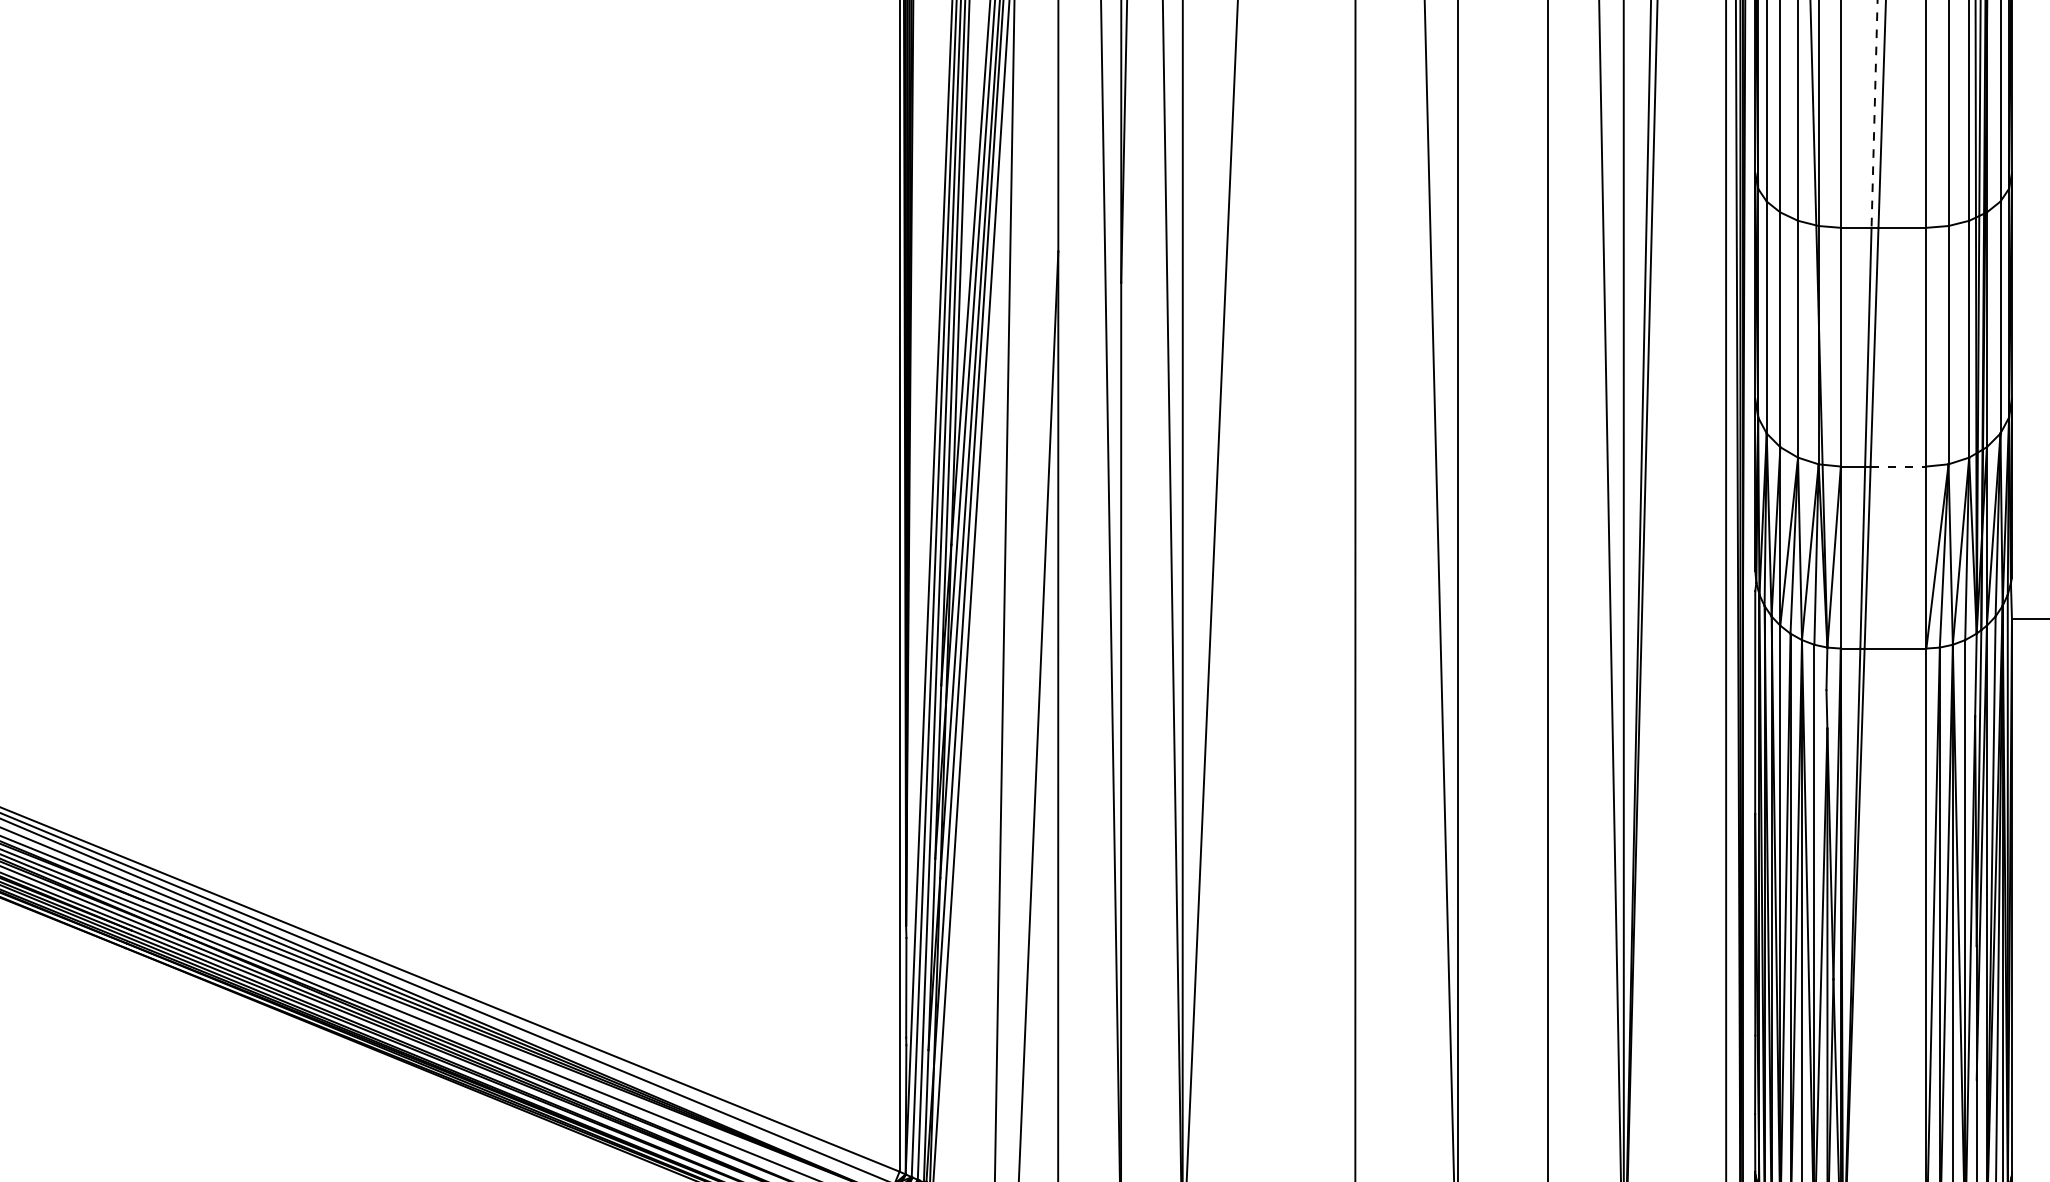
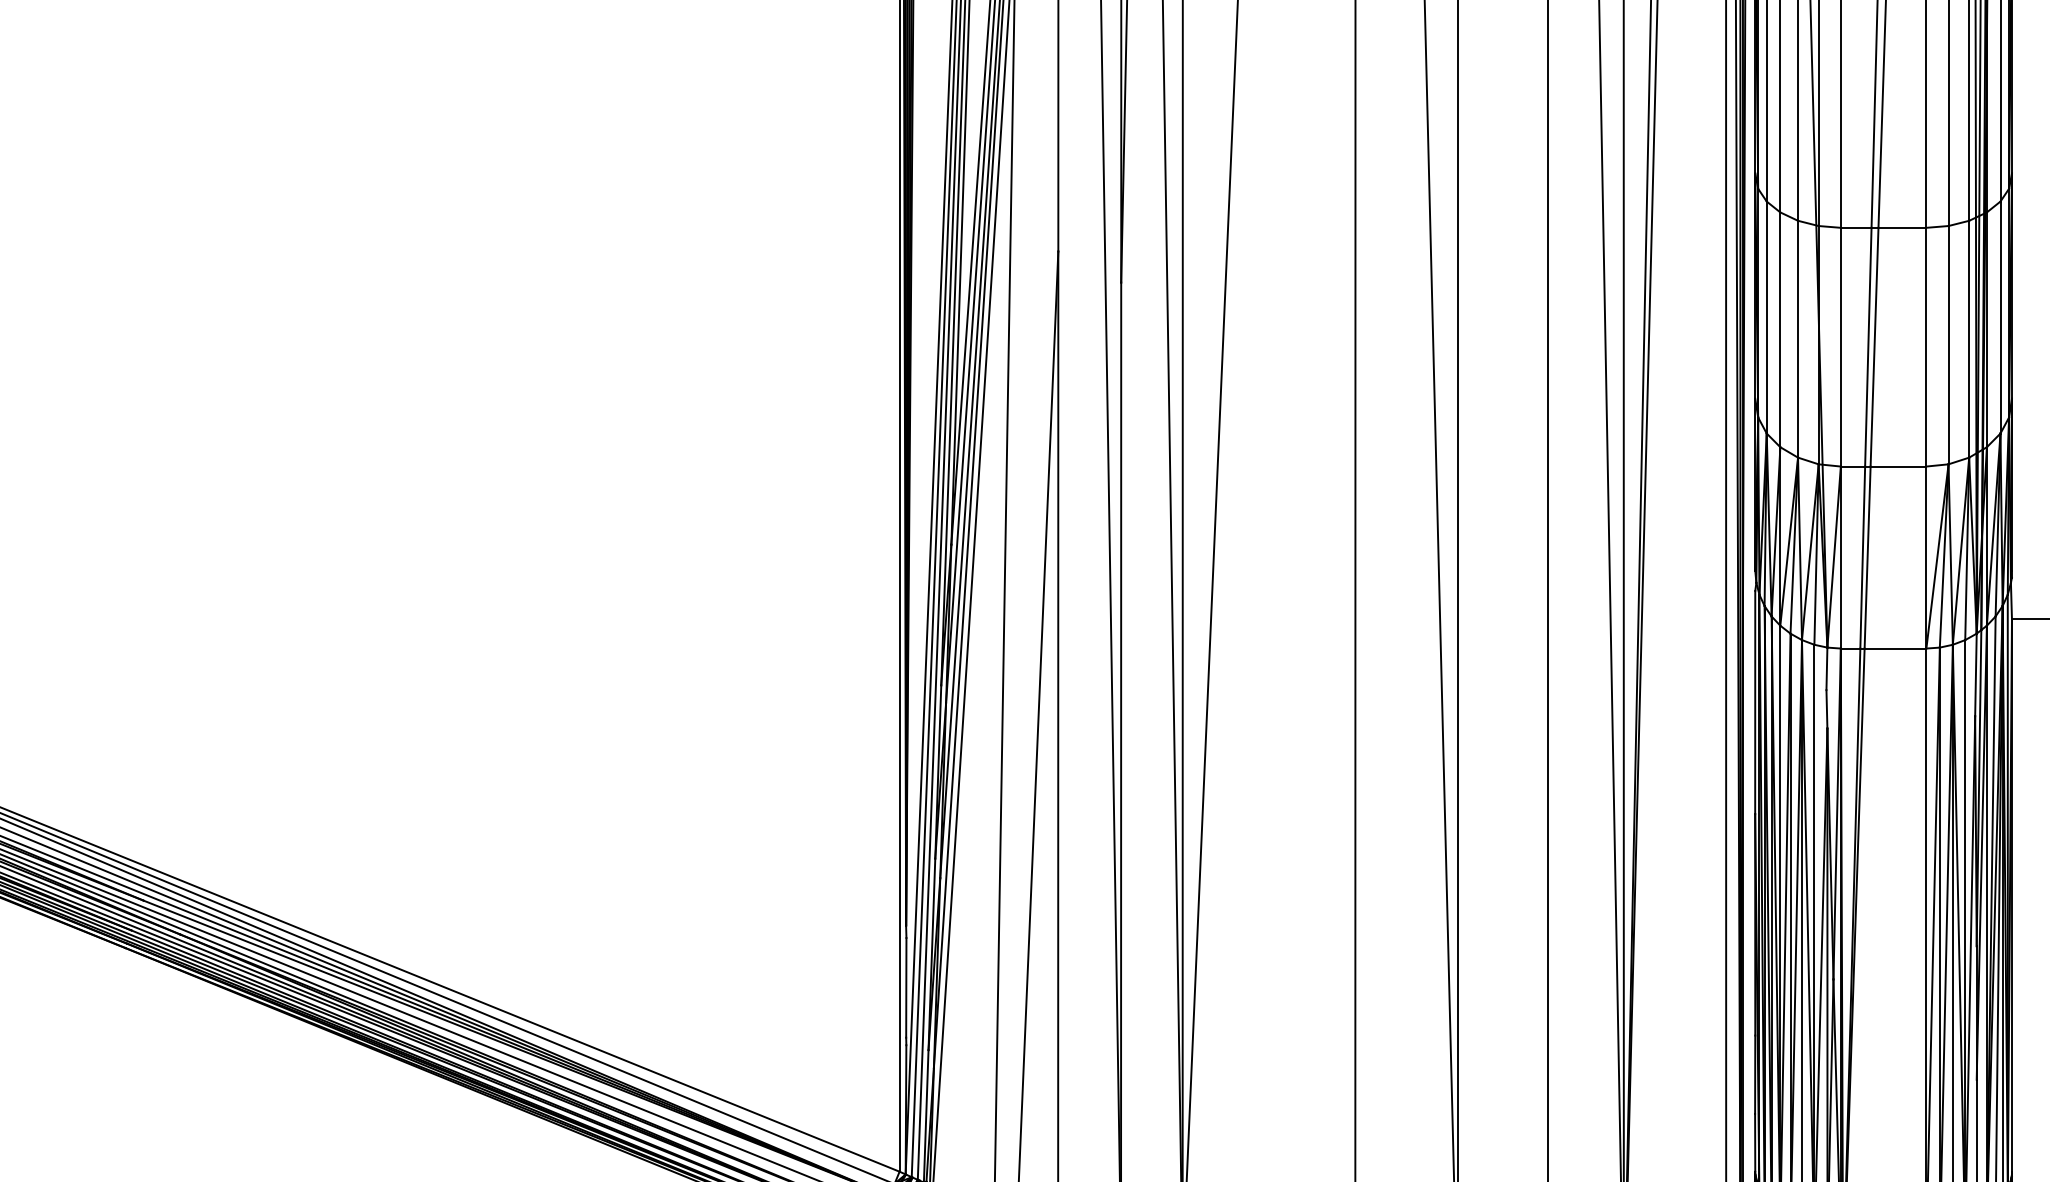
line at (1874, 114): dashed -> solid
line at (1898, 466): dashed -> solid
